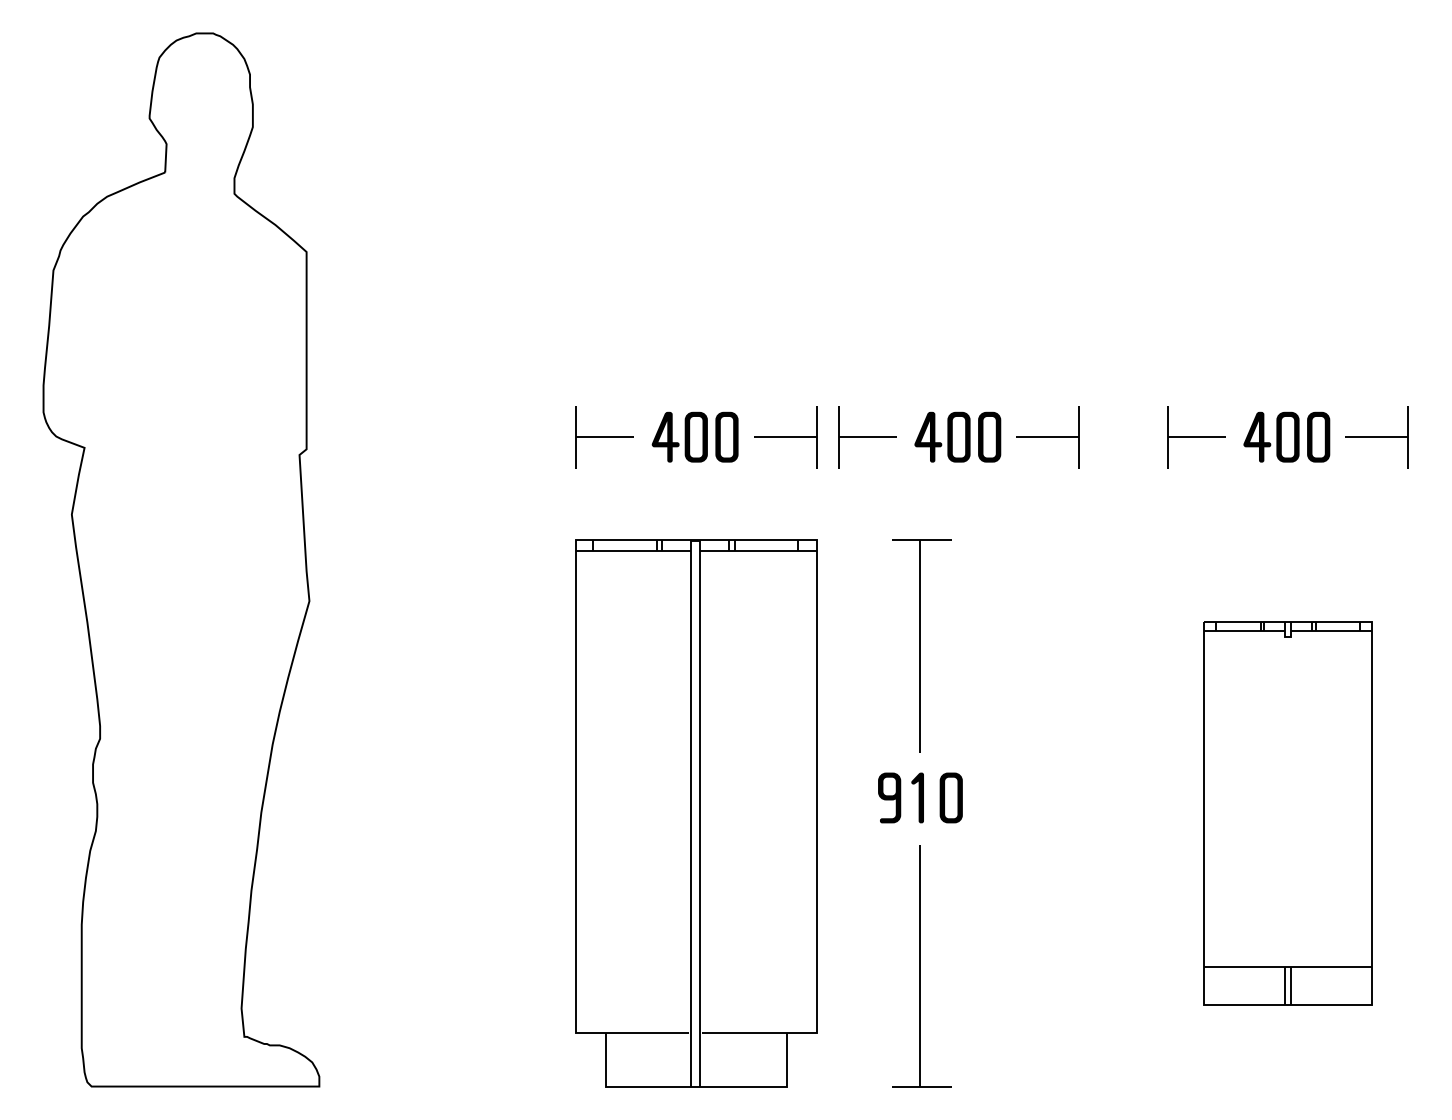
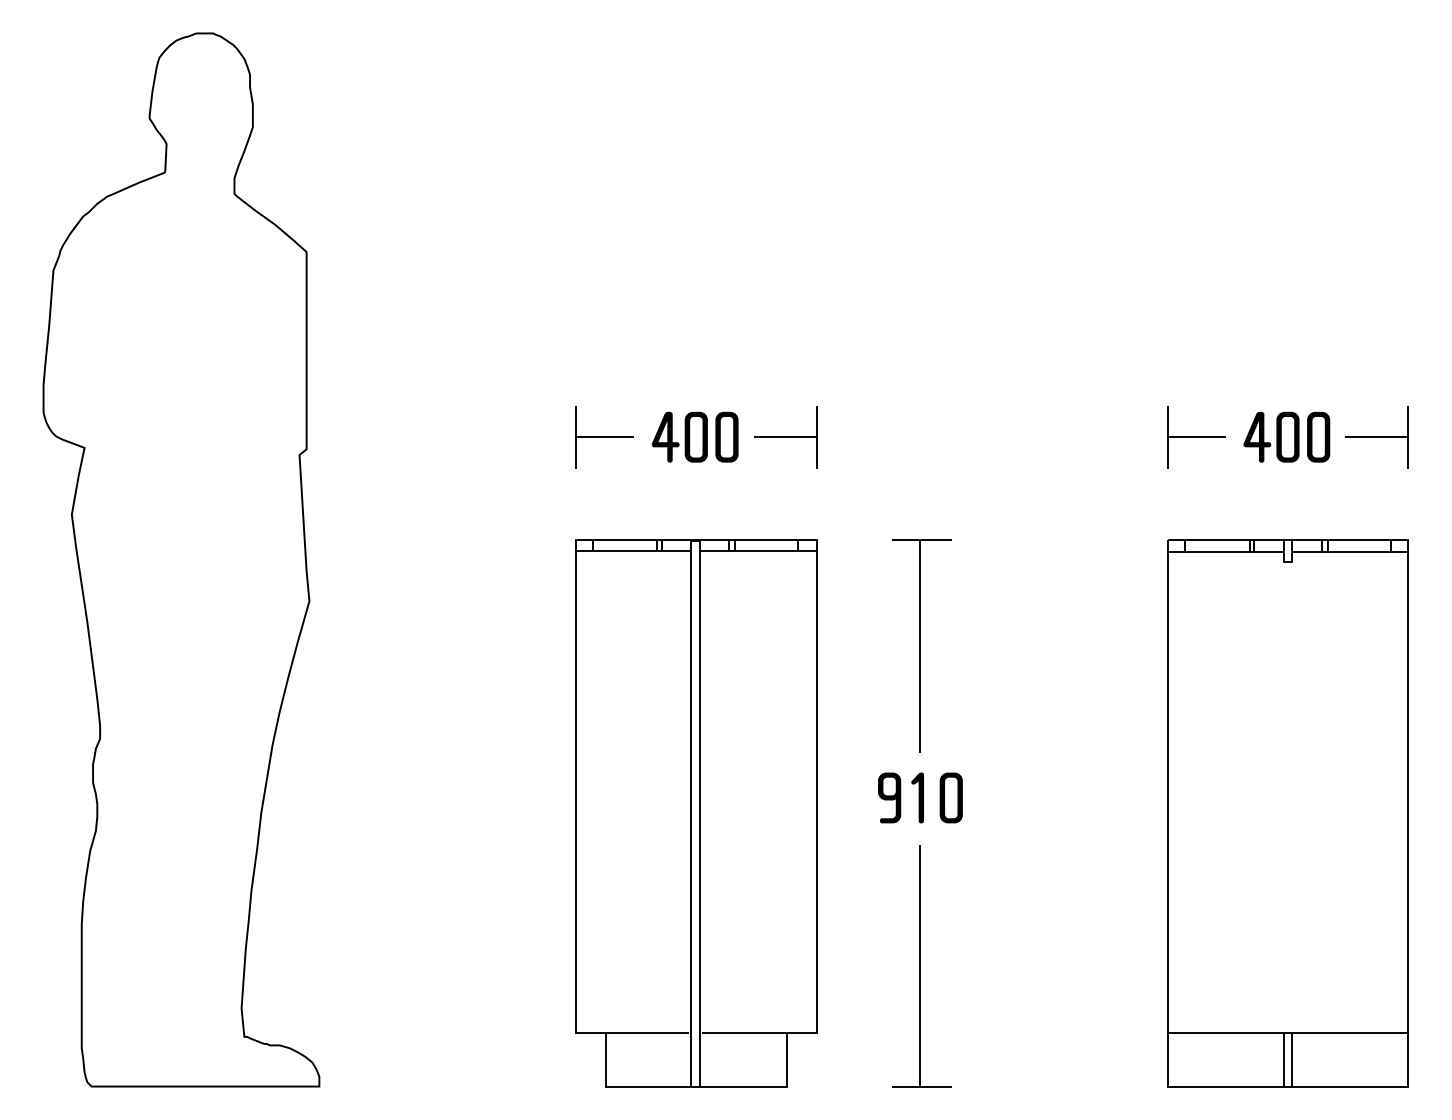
part at (958, 437): present -> none
part at (1287, 813) size: 170x385 px -> 242x549 px
